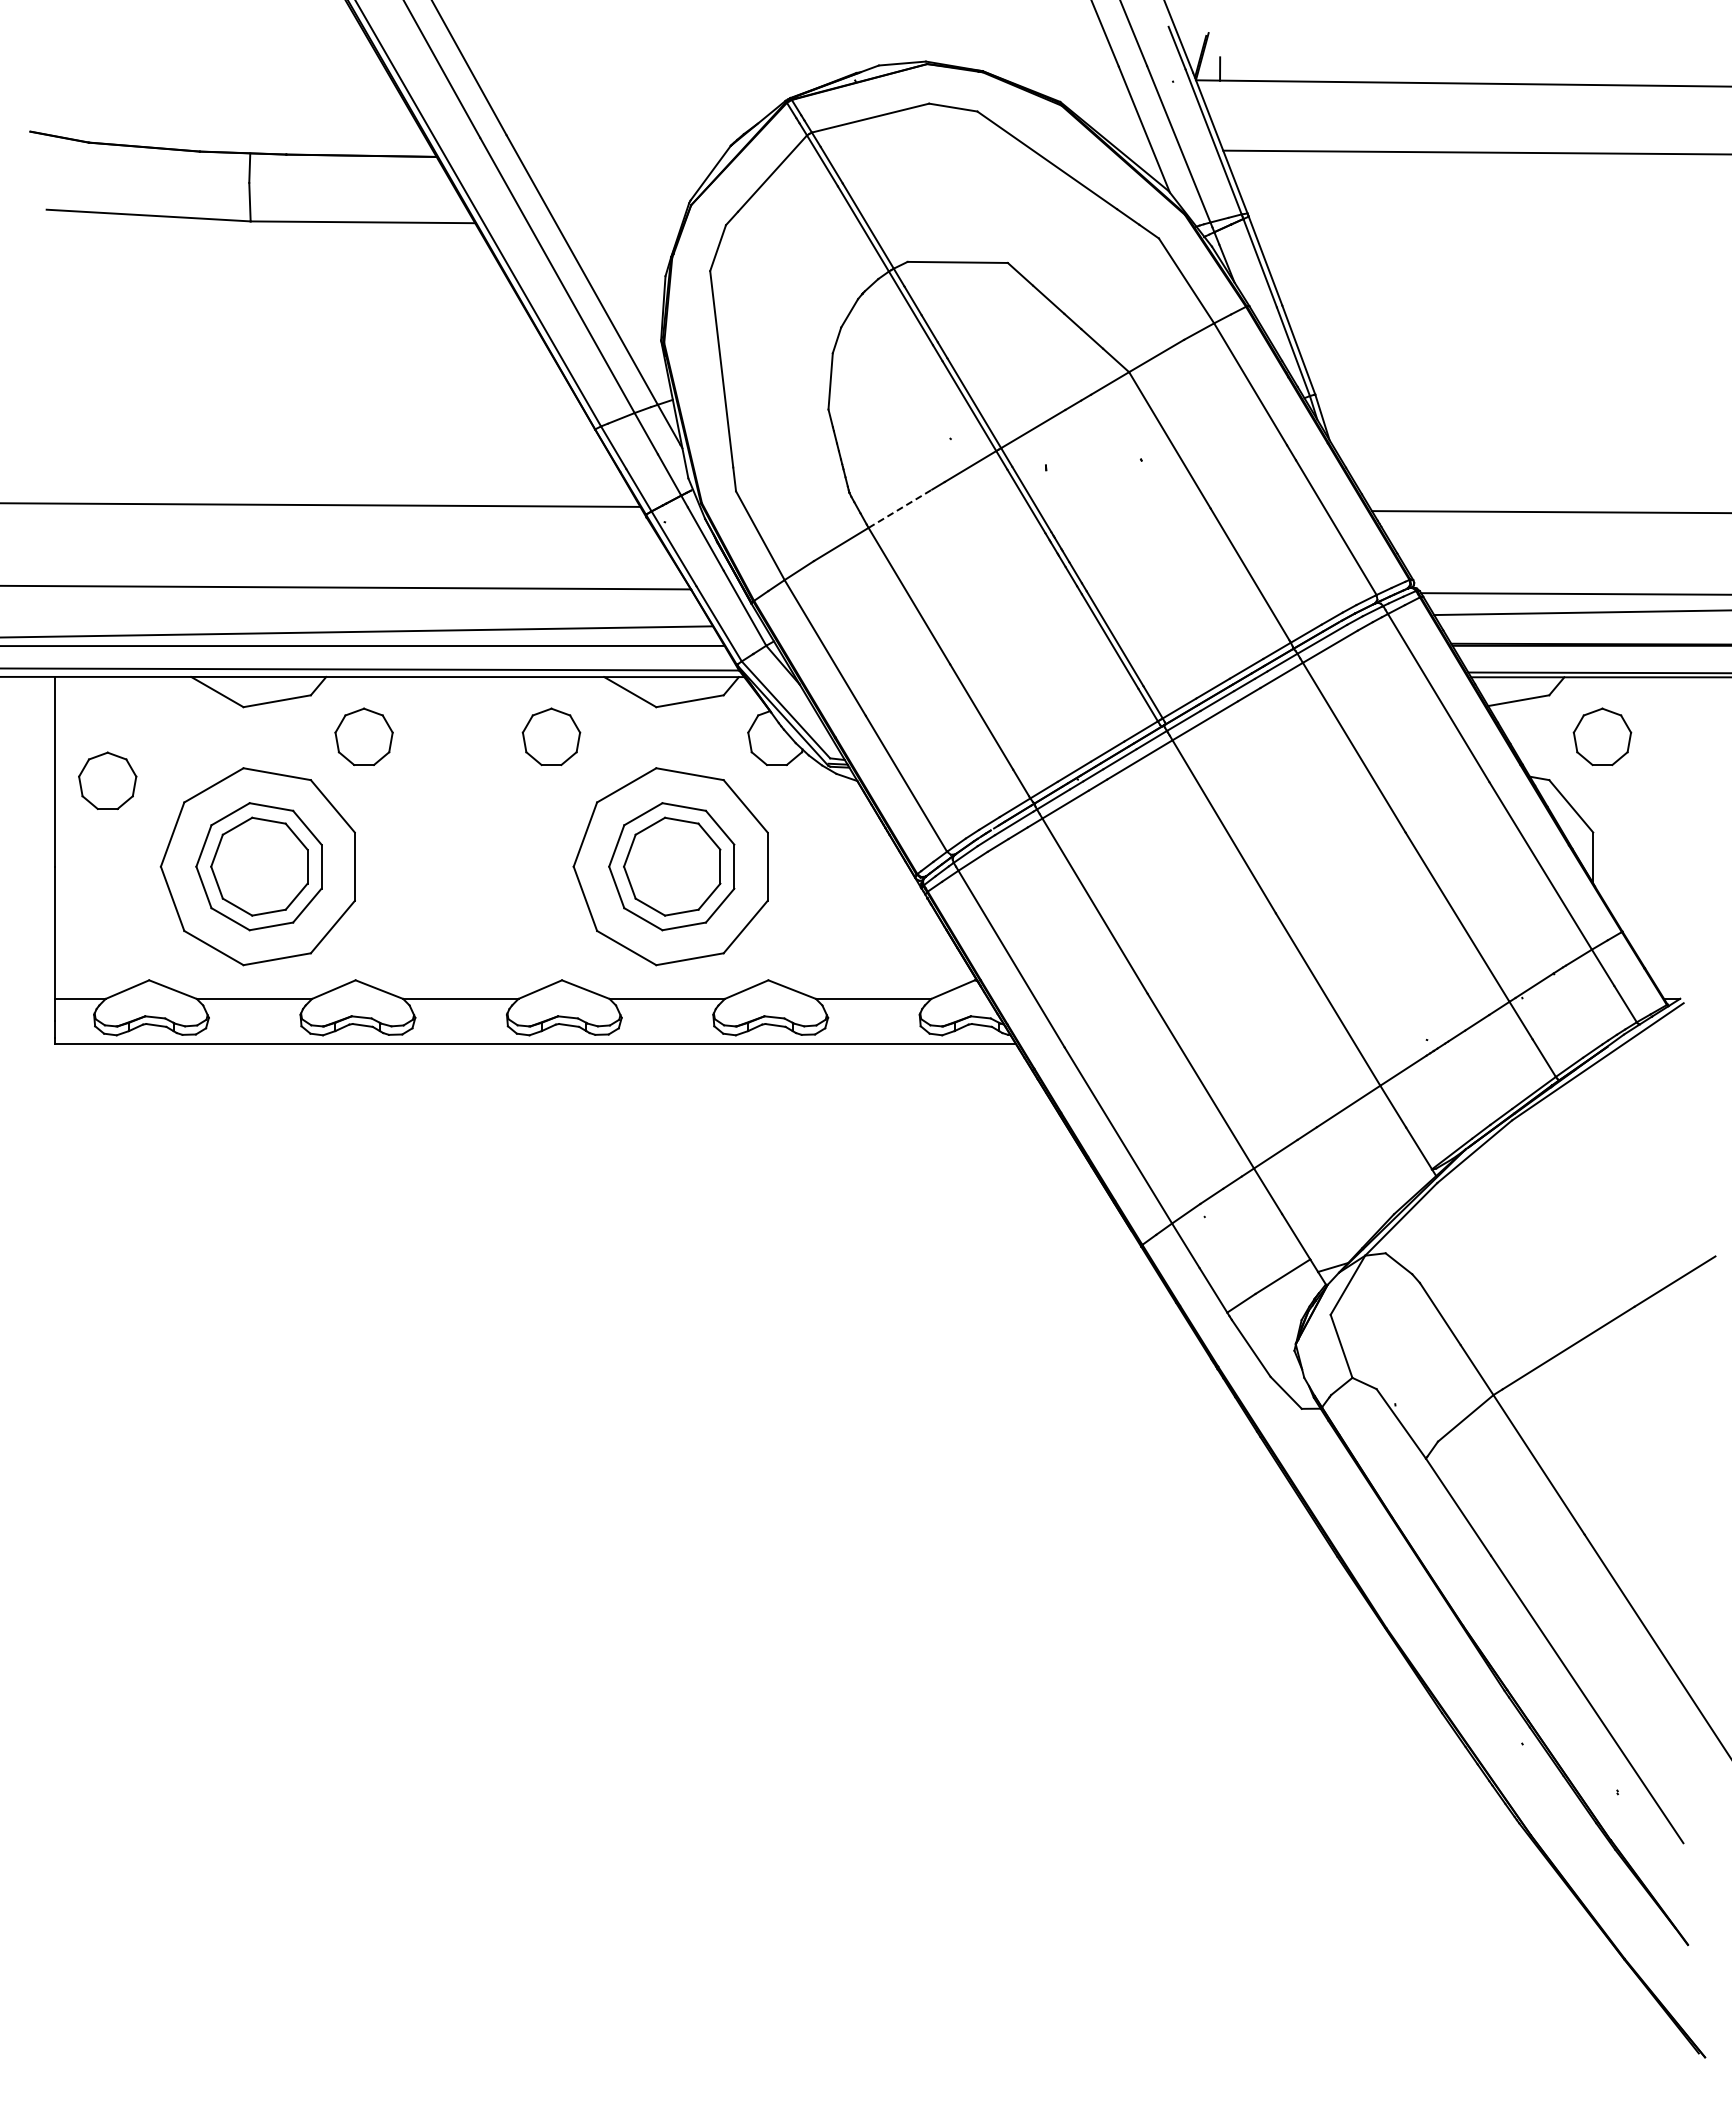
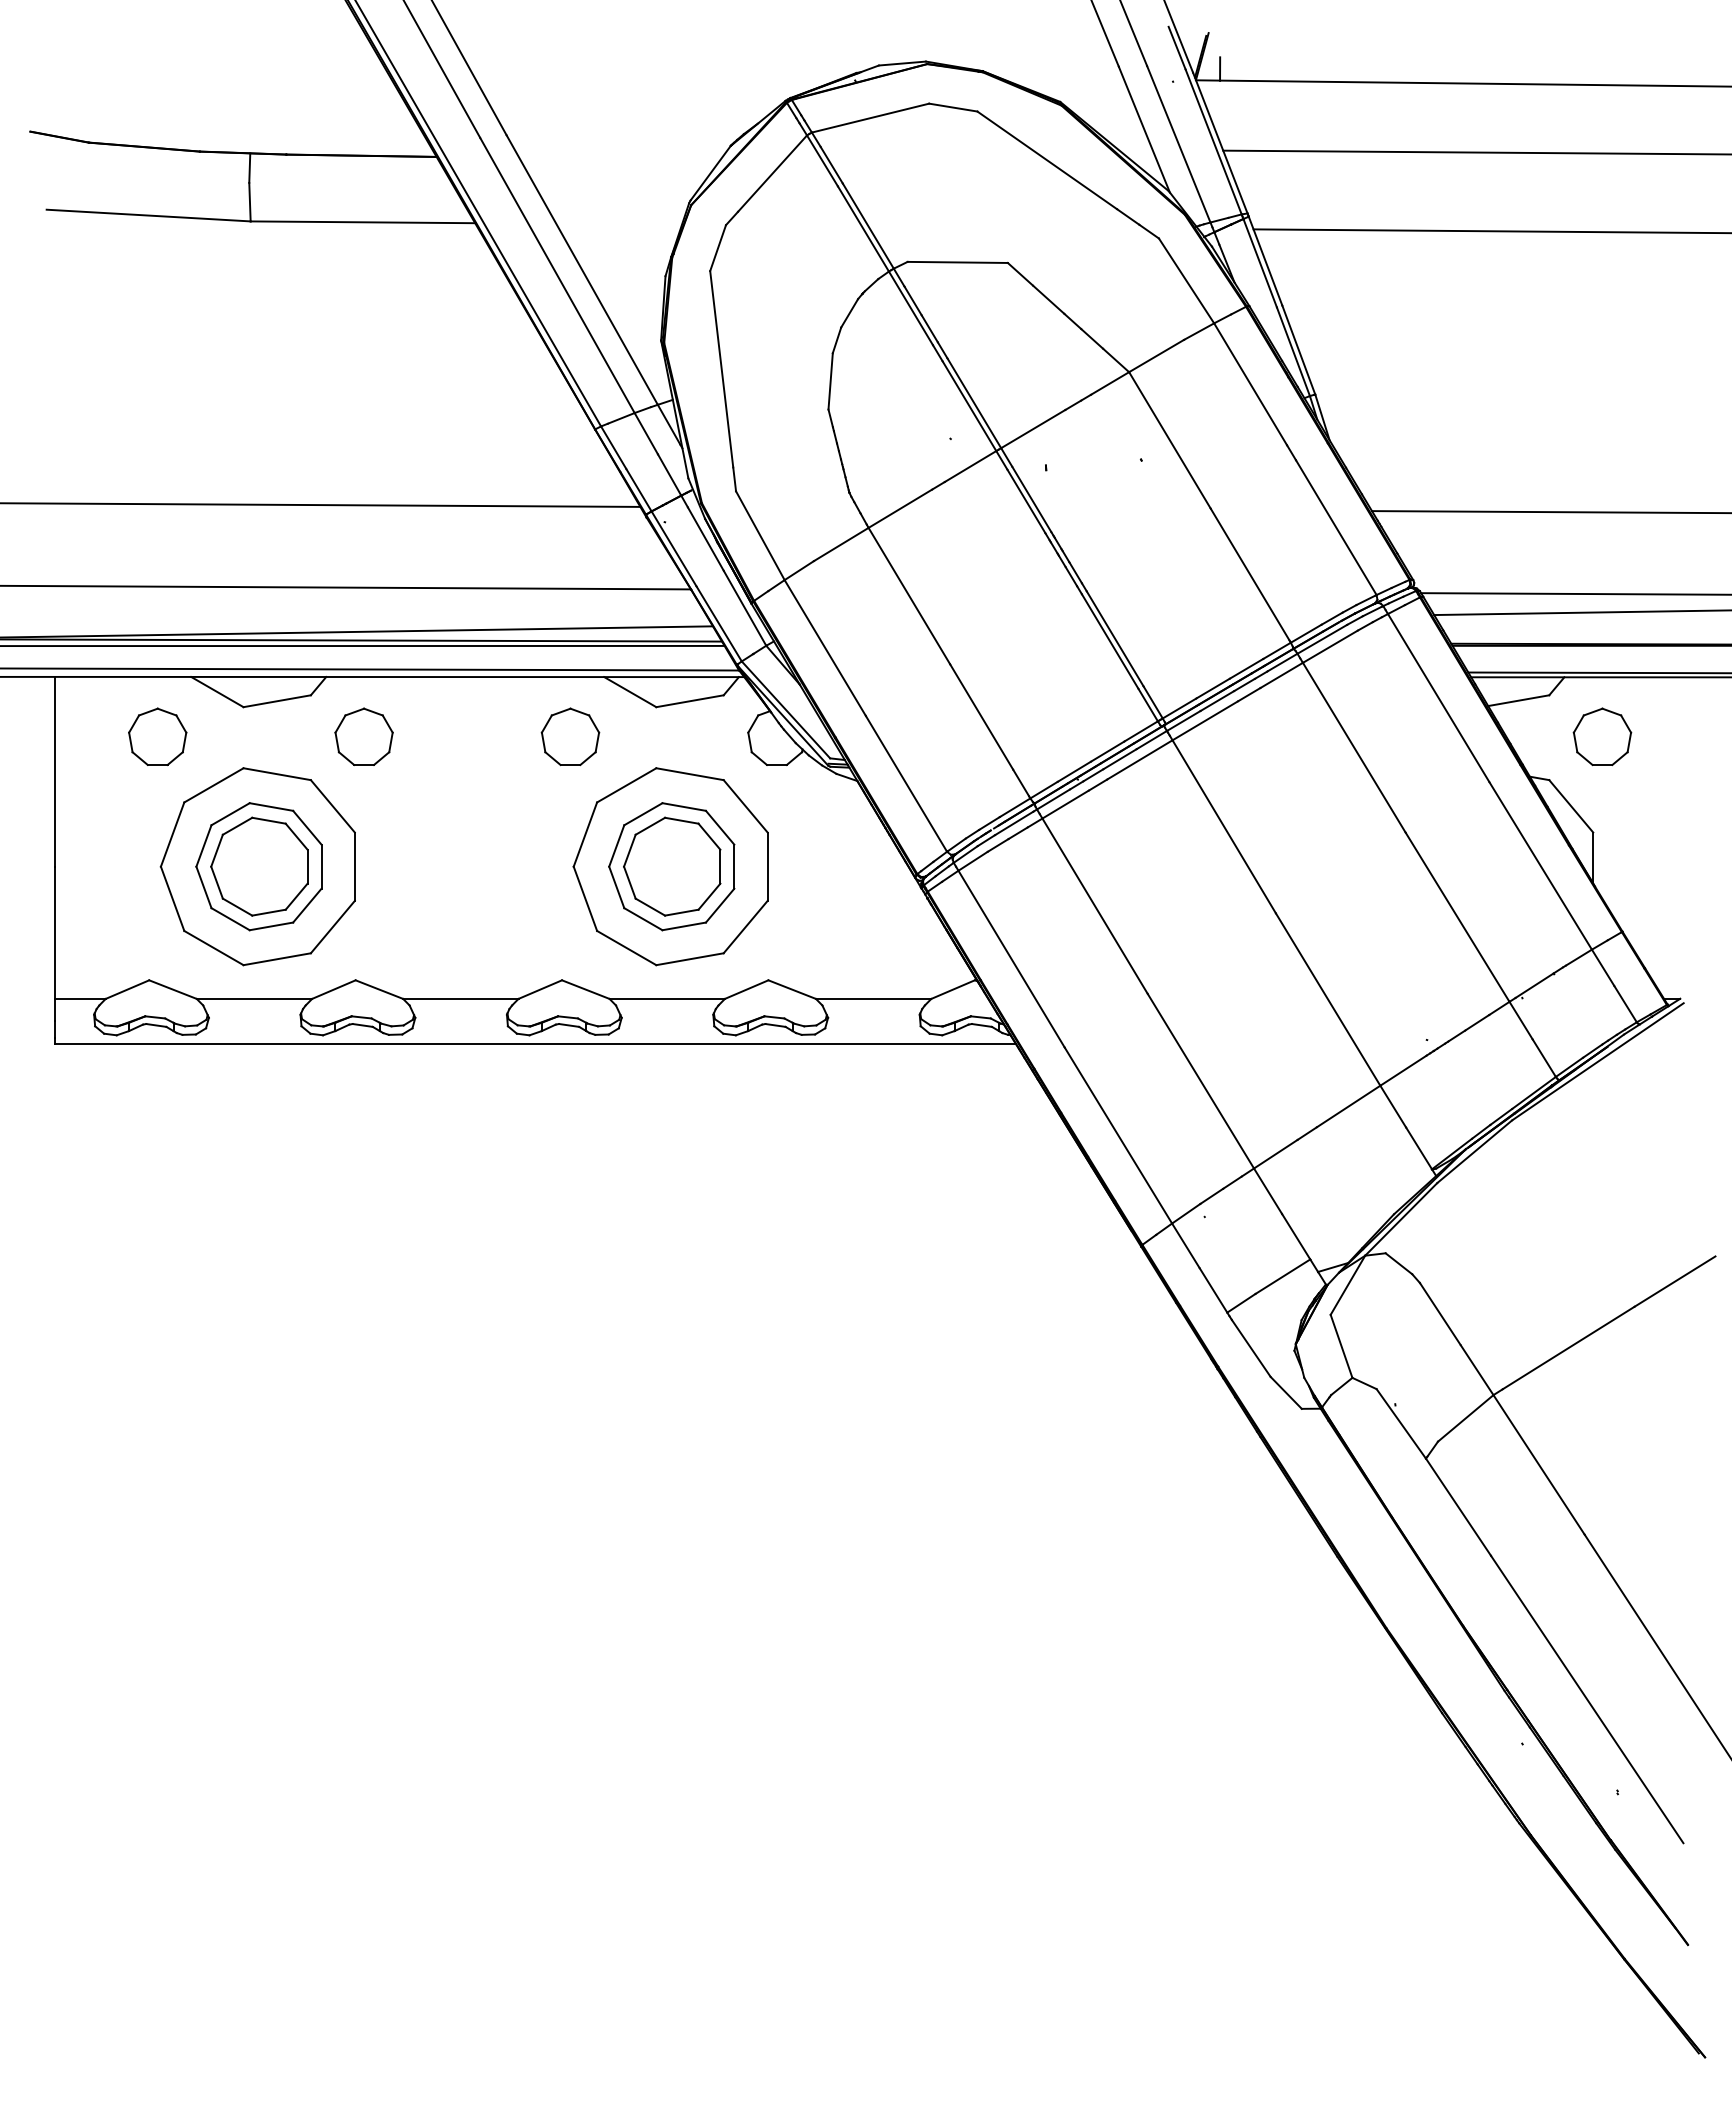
line at (1490, 231): none -> present
line at (900, 508): dashed -> solid
line at (362, 640): none -> present
part at (551, 736) position: (551, 736) -> (570, 736)
part at (107, 780) position: (107, 780) -> (157, 736)
